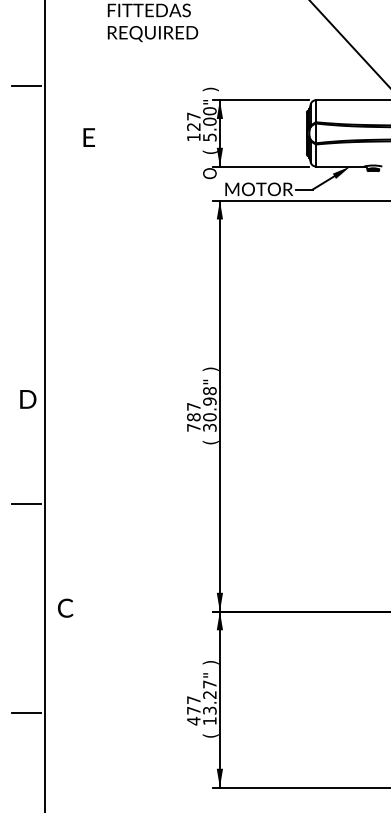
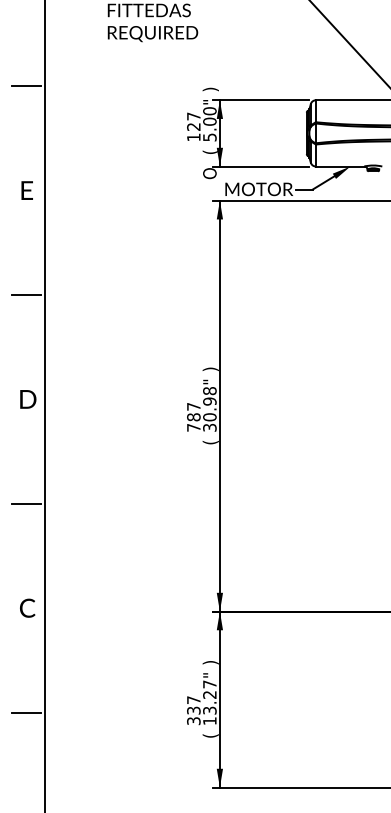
text at (88, 137) position: (88, 137) -> (26, 190)
line at (26, 295): none -> present
text at (65, 607) position: (65, 607) -> (27, 607)
text at (193, 715): 477 -> 337
